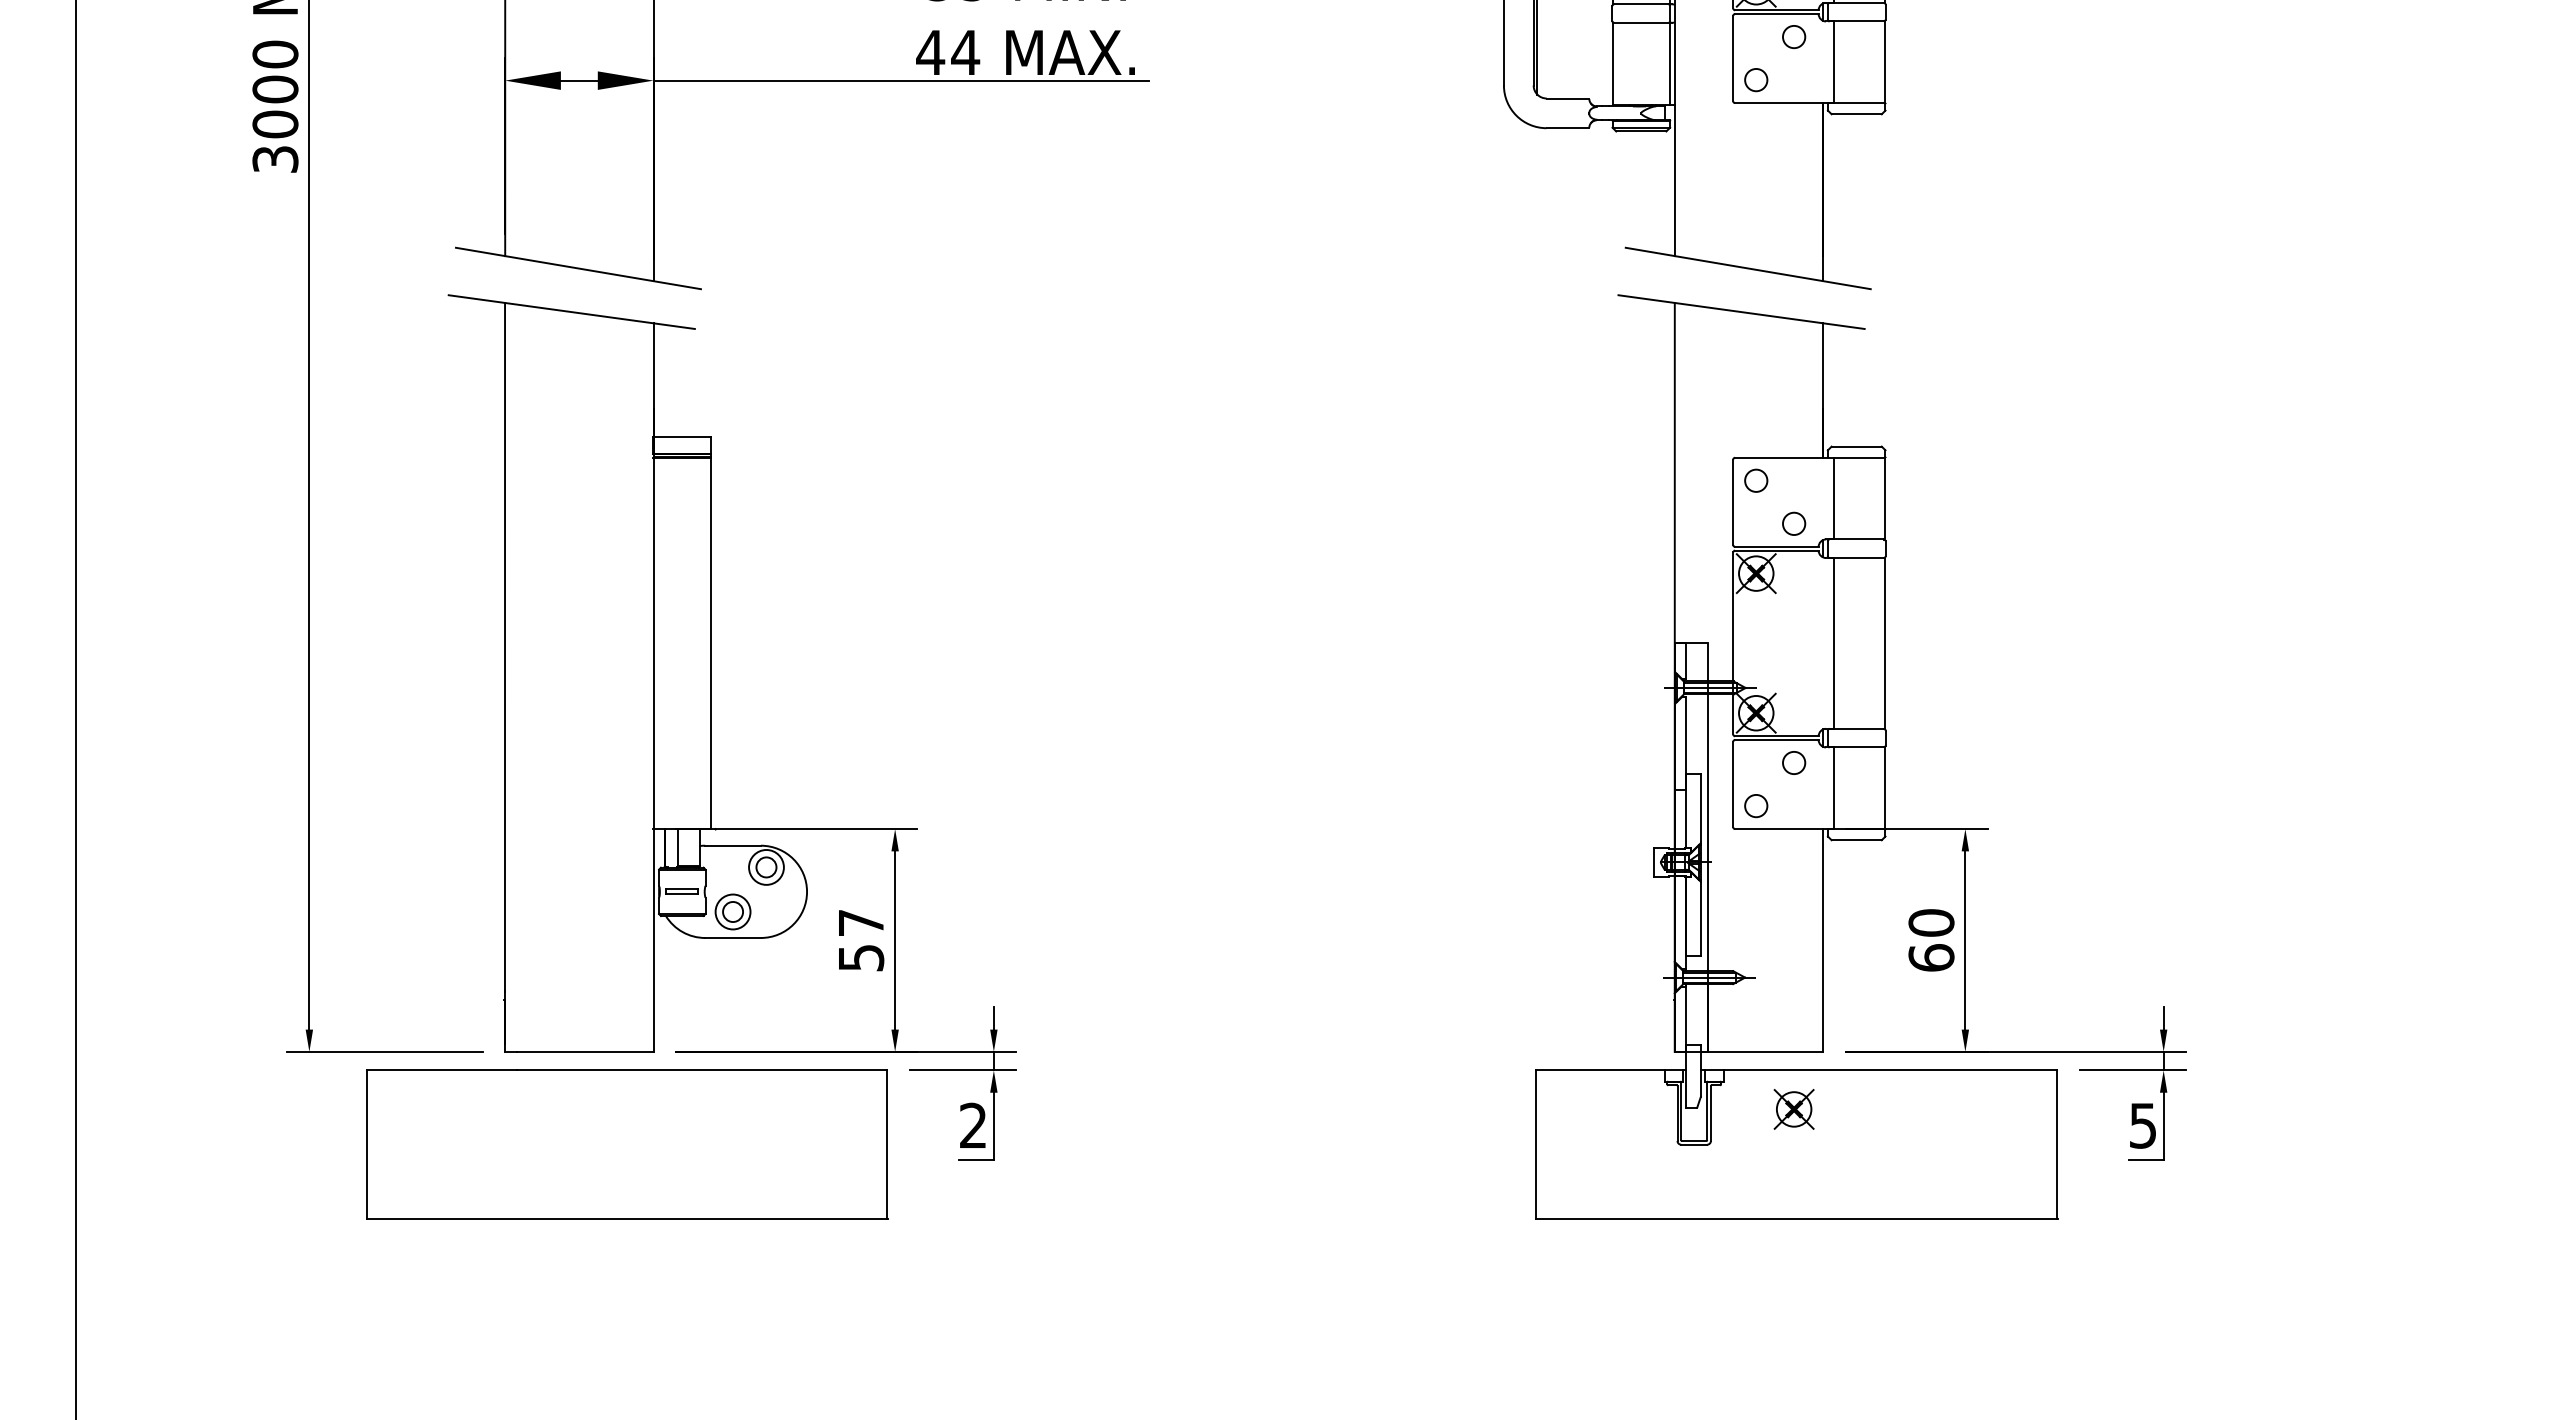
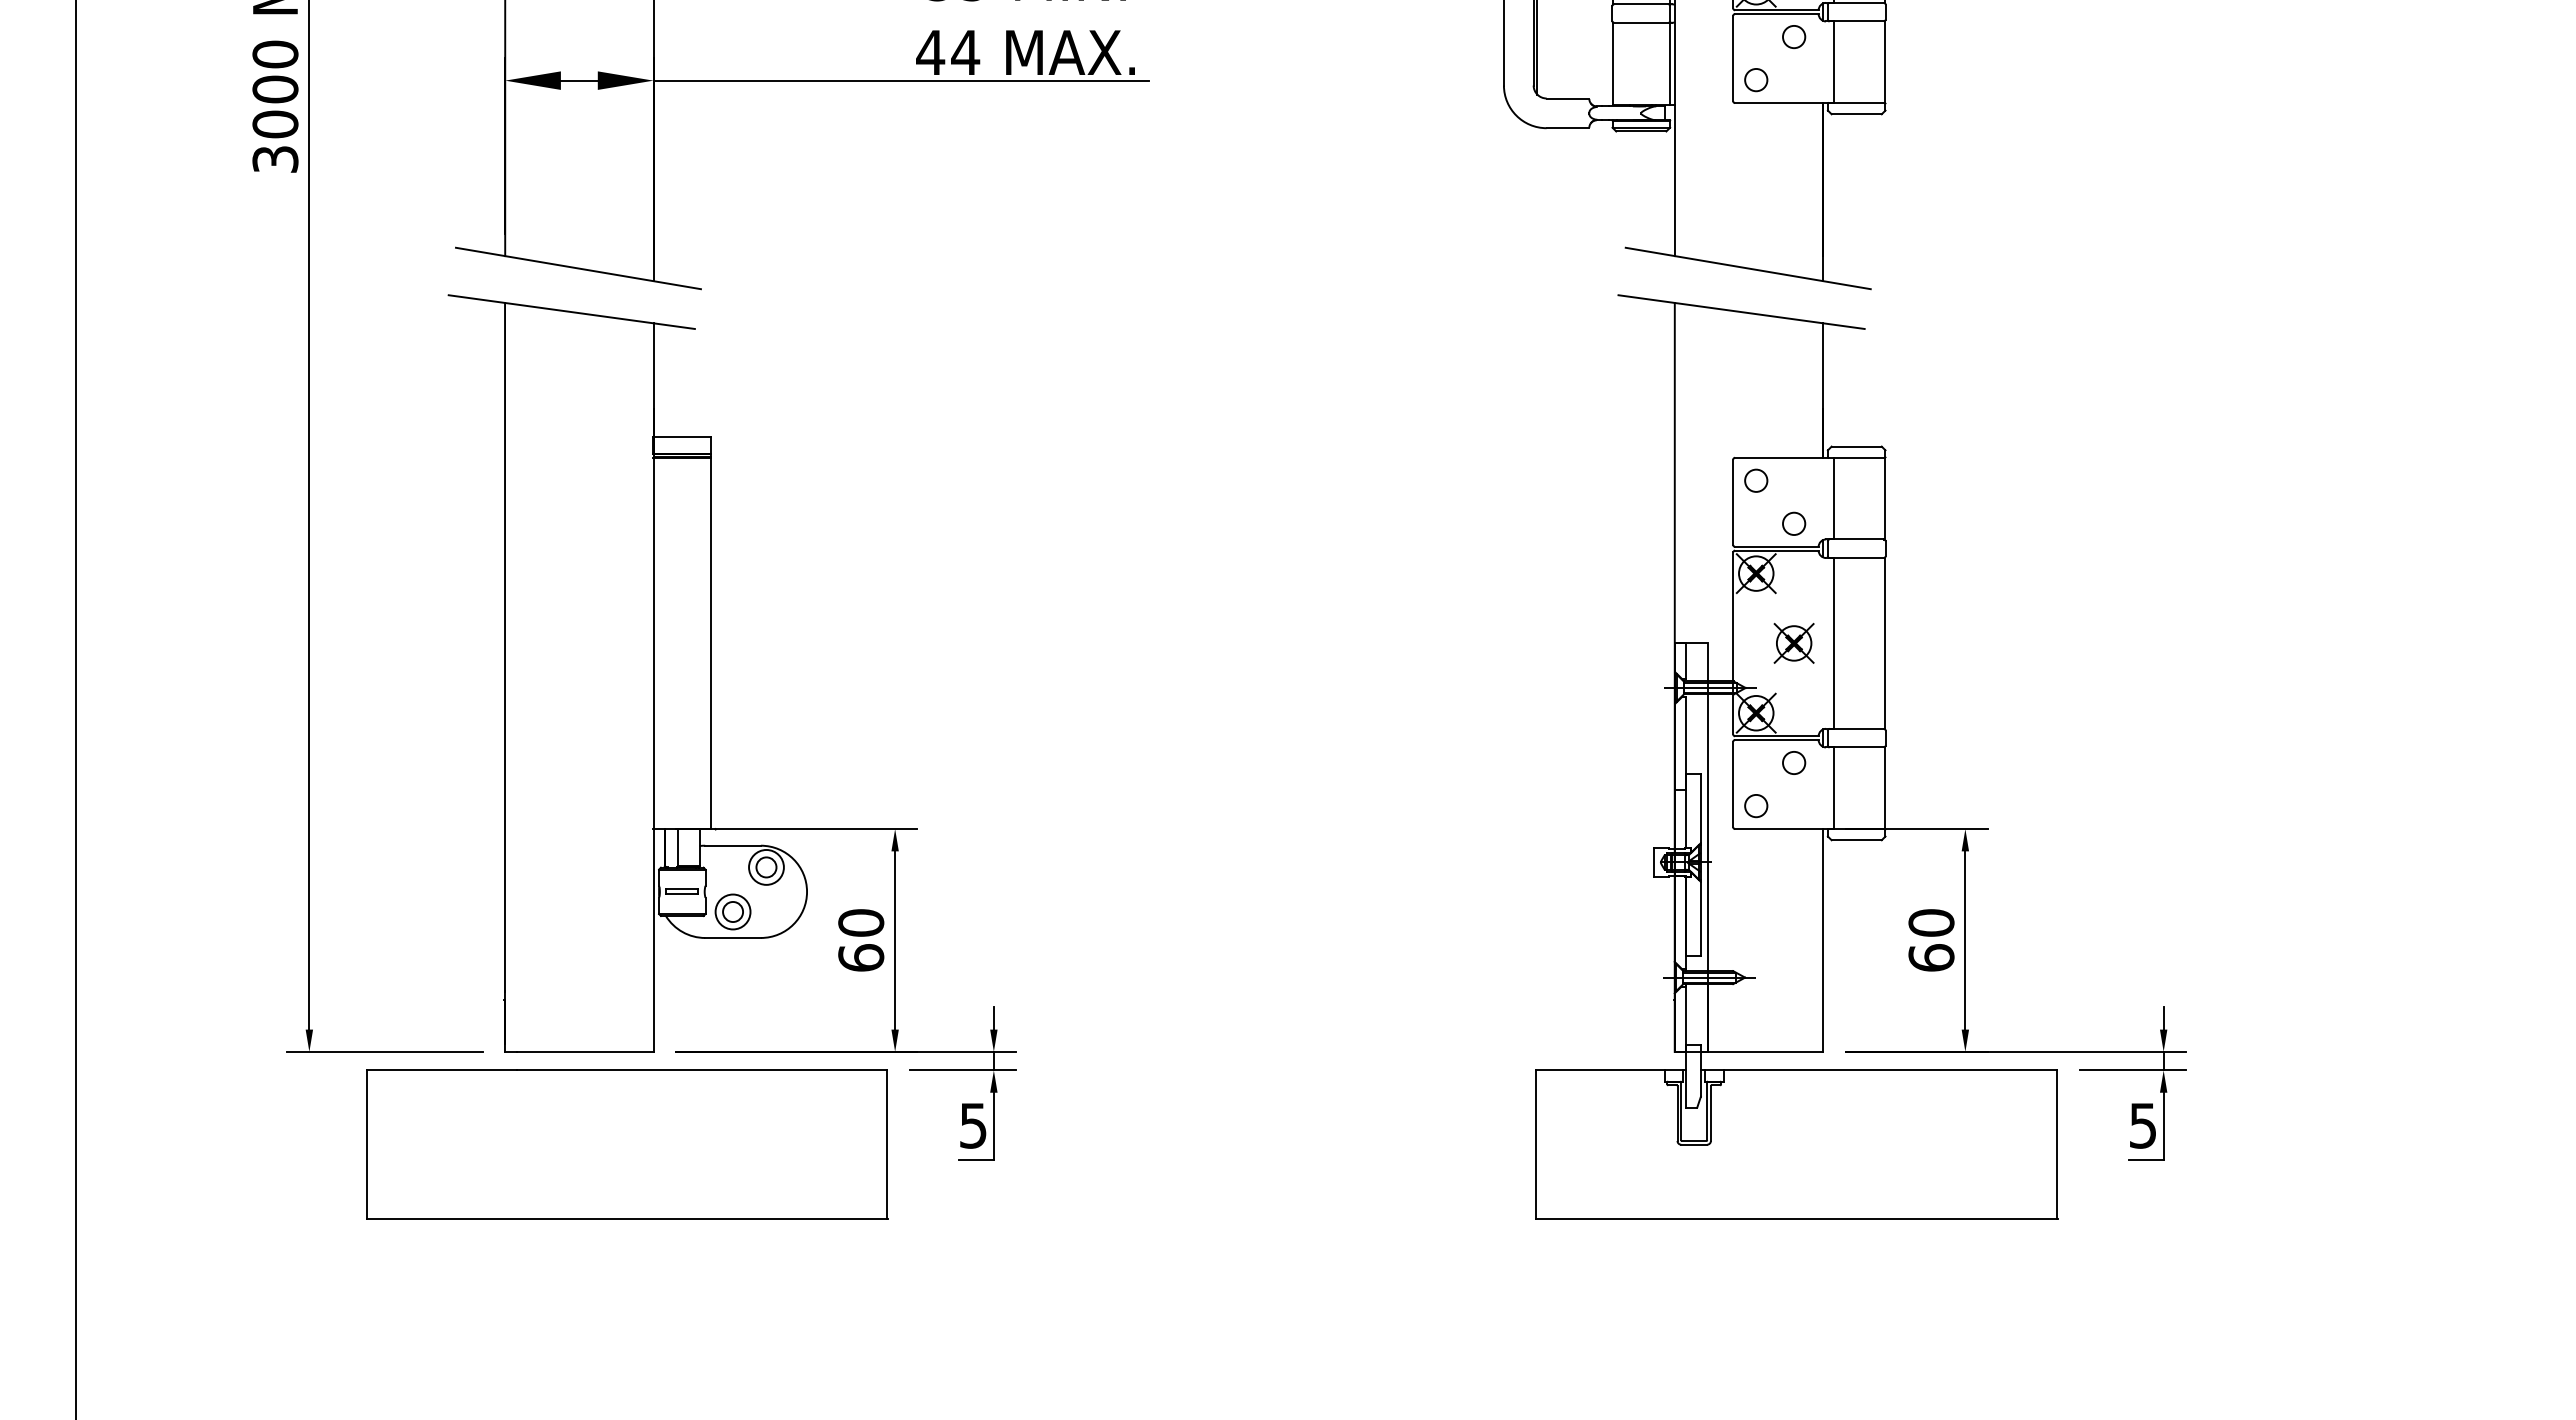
text at (861, 940): 57 -> 60
part at (1793, 1109) position: (1793, 1109) -> (1793, 643)
text at (973, 1125): 2 -> 5
